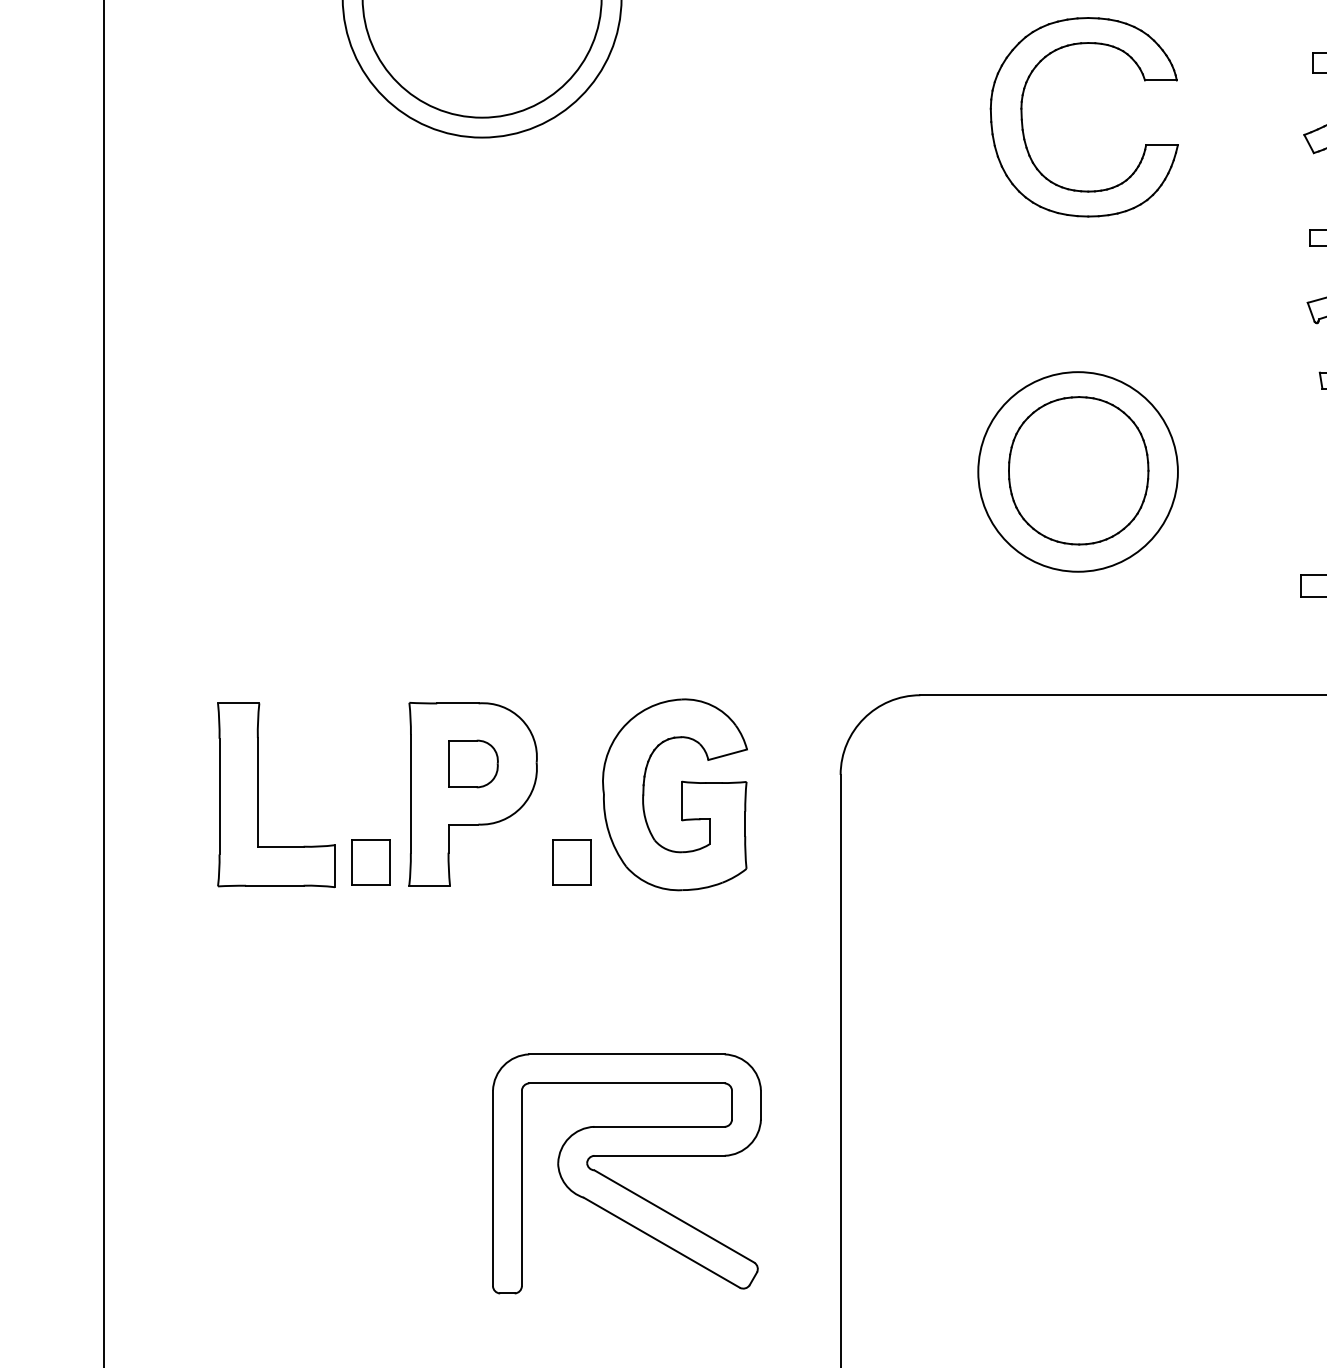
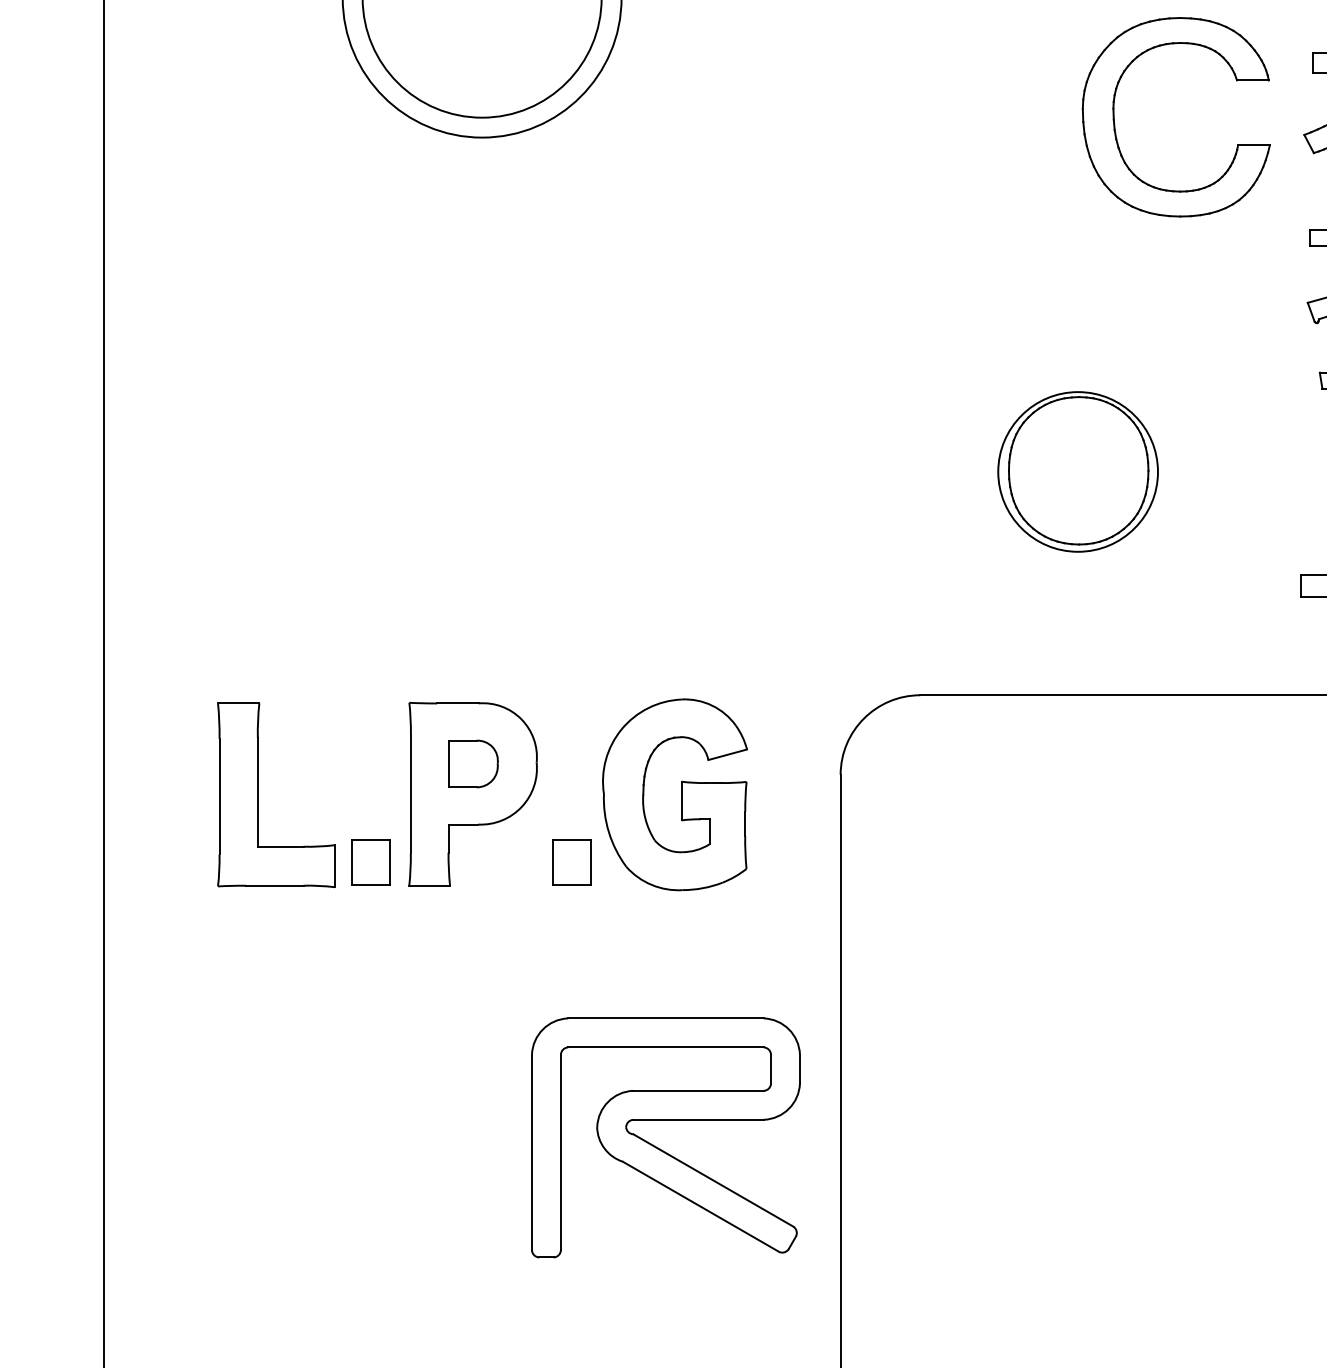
part at (1023, 124) position: (1023, 124) -> (1115, 124)
circle at (1077, 471) diameter: 200 px -> 160 px
part at (621, 1184) position: (621, 1184) -> (660, 1148)
